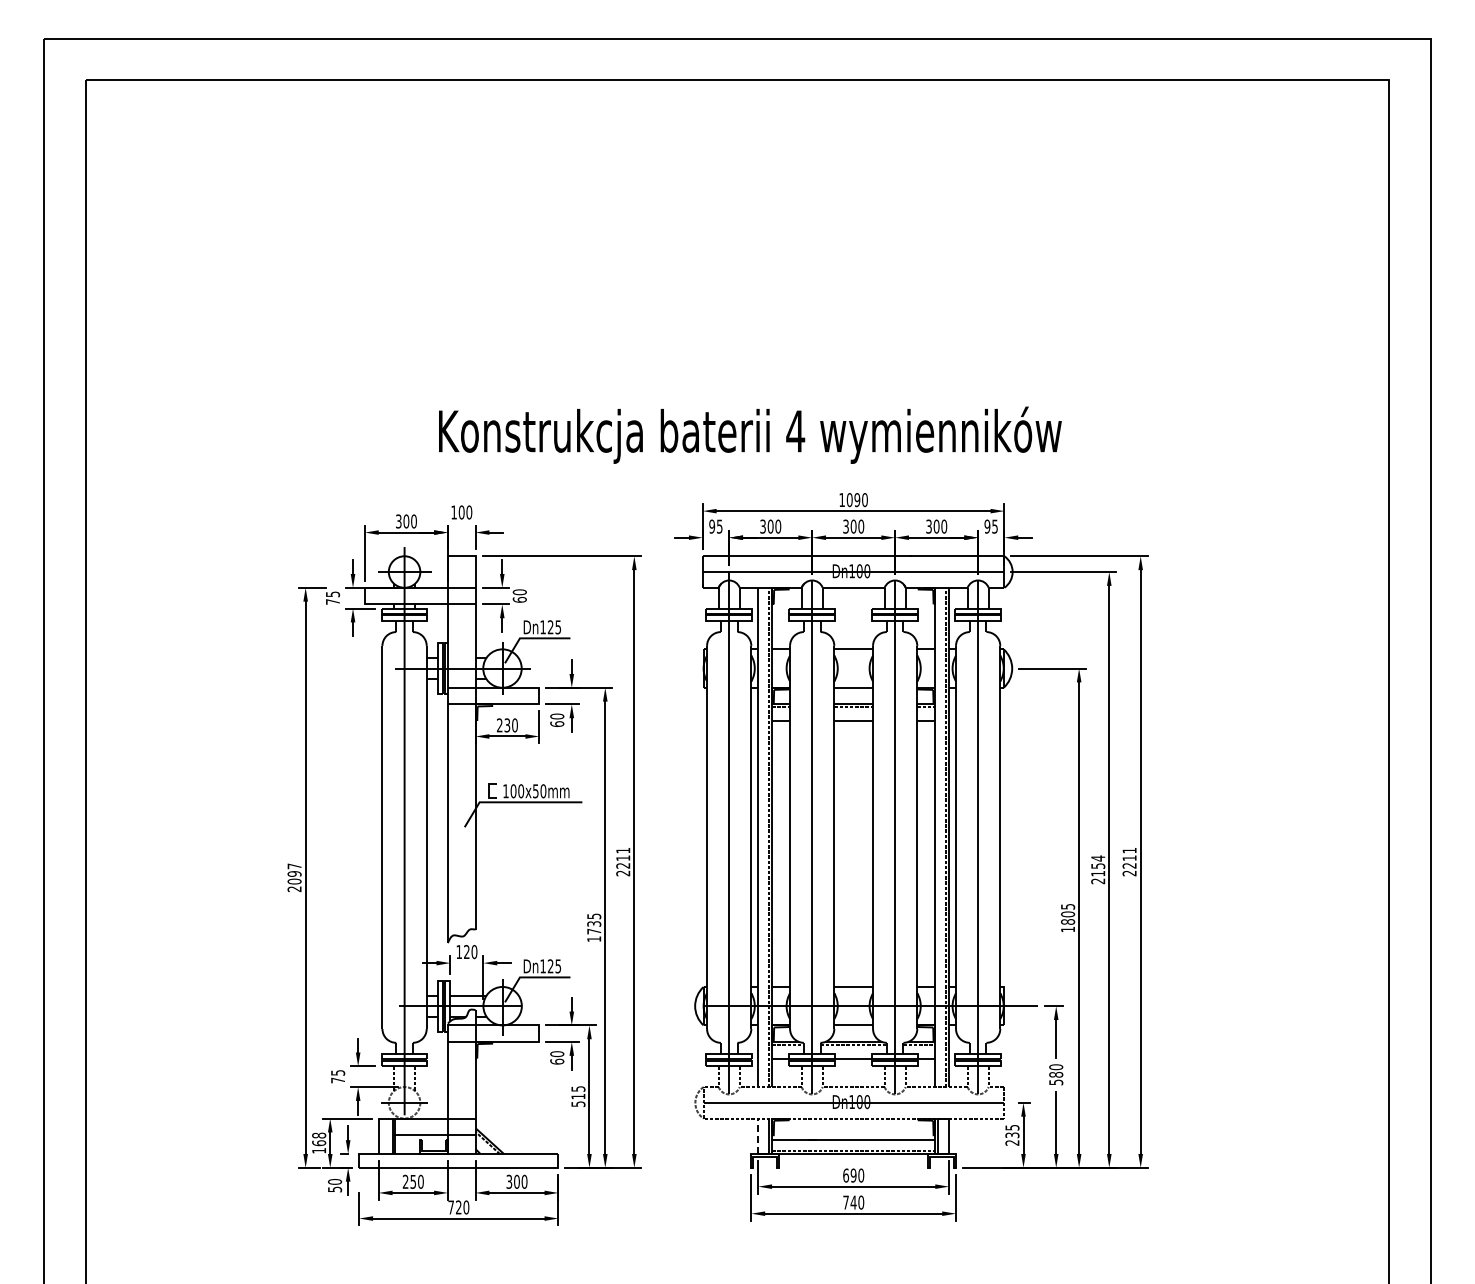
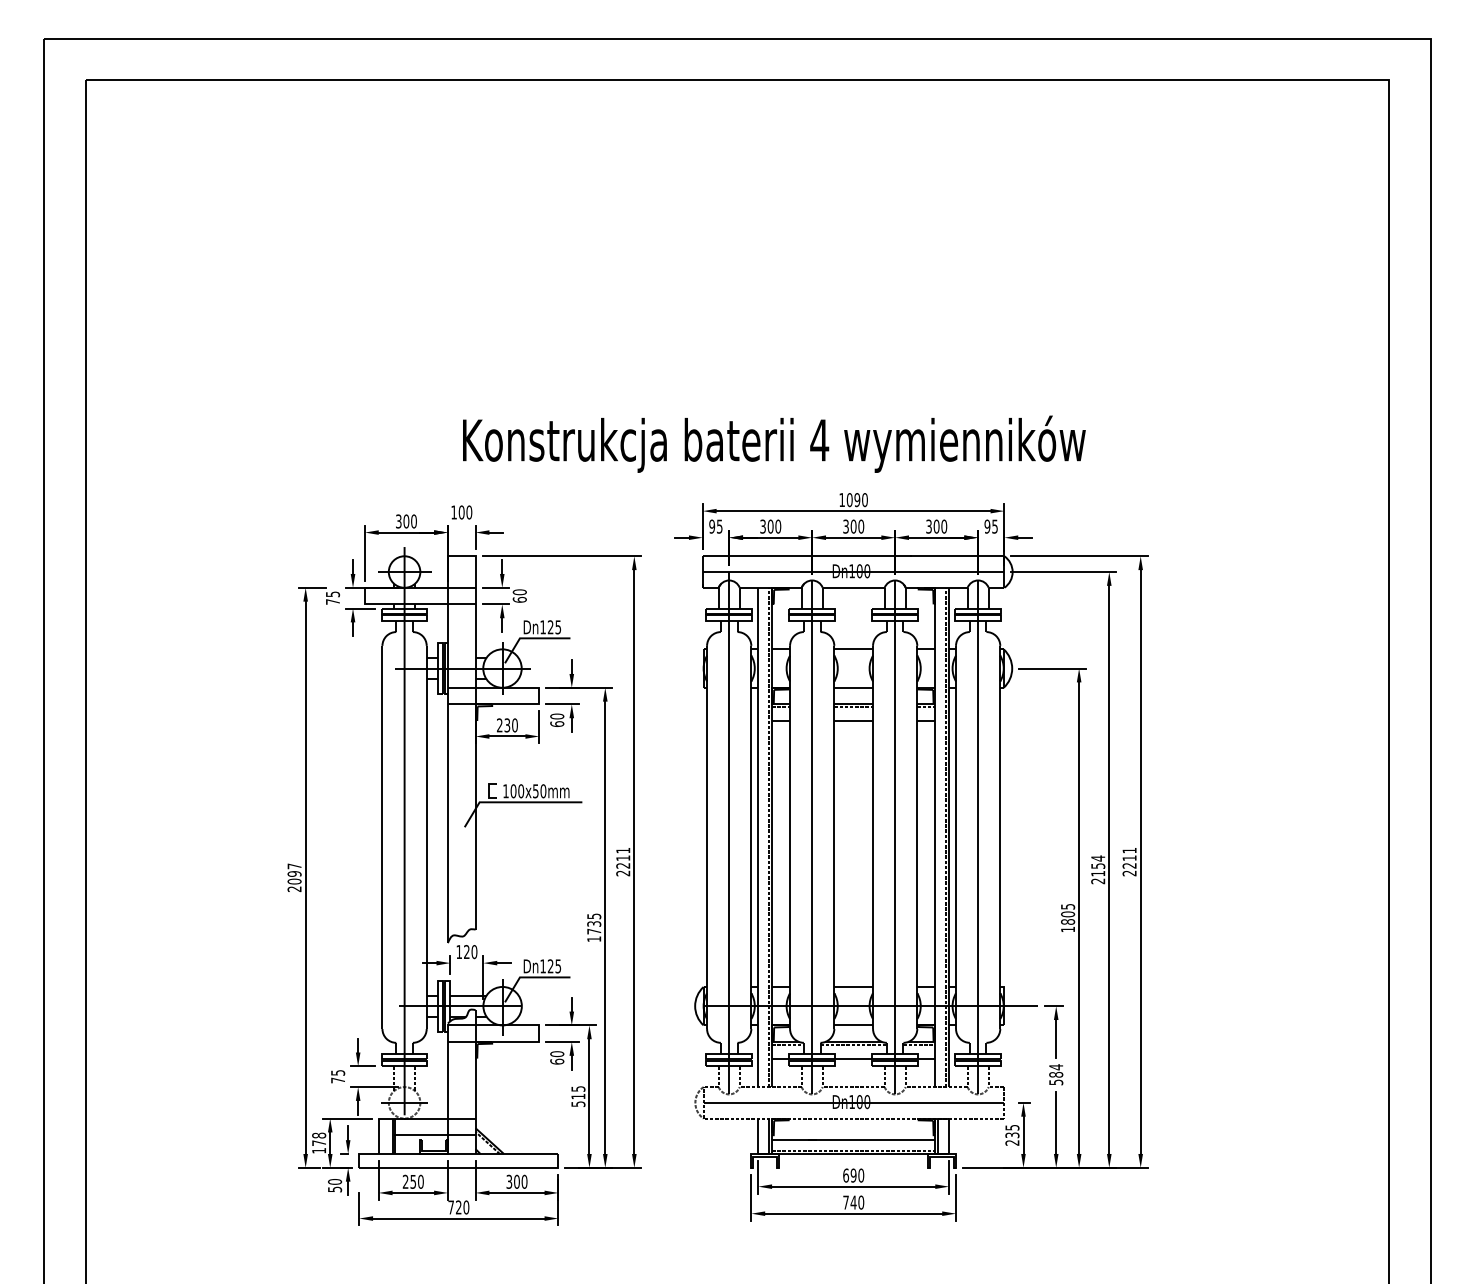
text at (750, 434) position: (750, 434) -> (774, 443)
text at (1056, 1067): 580 -> 584
line at (758, 1136): dashed -> solid
text at (319, 1143): 168 -> 178
